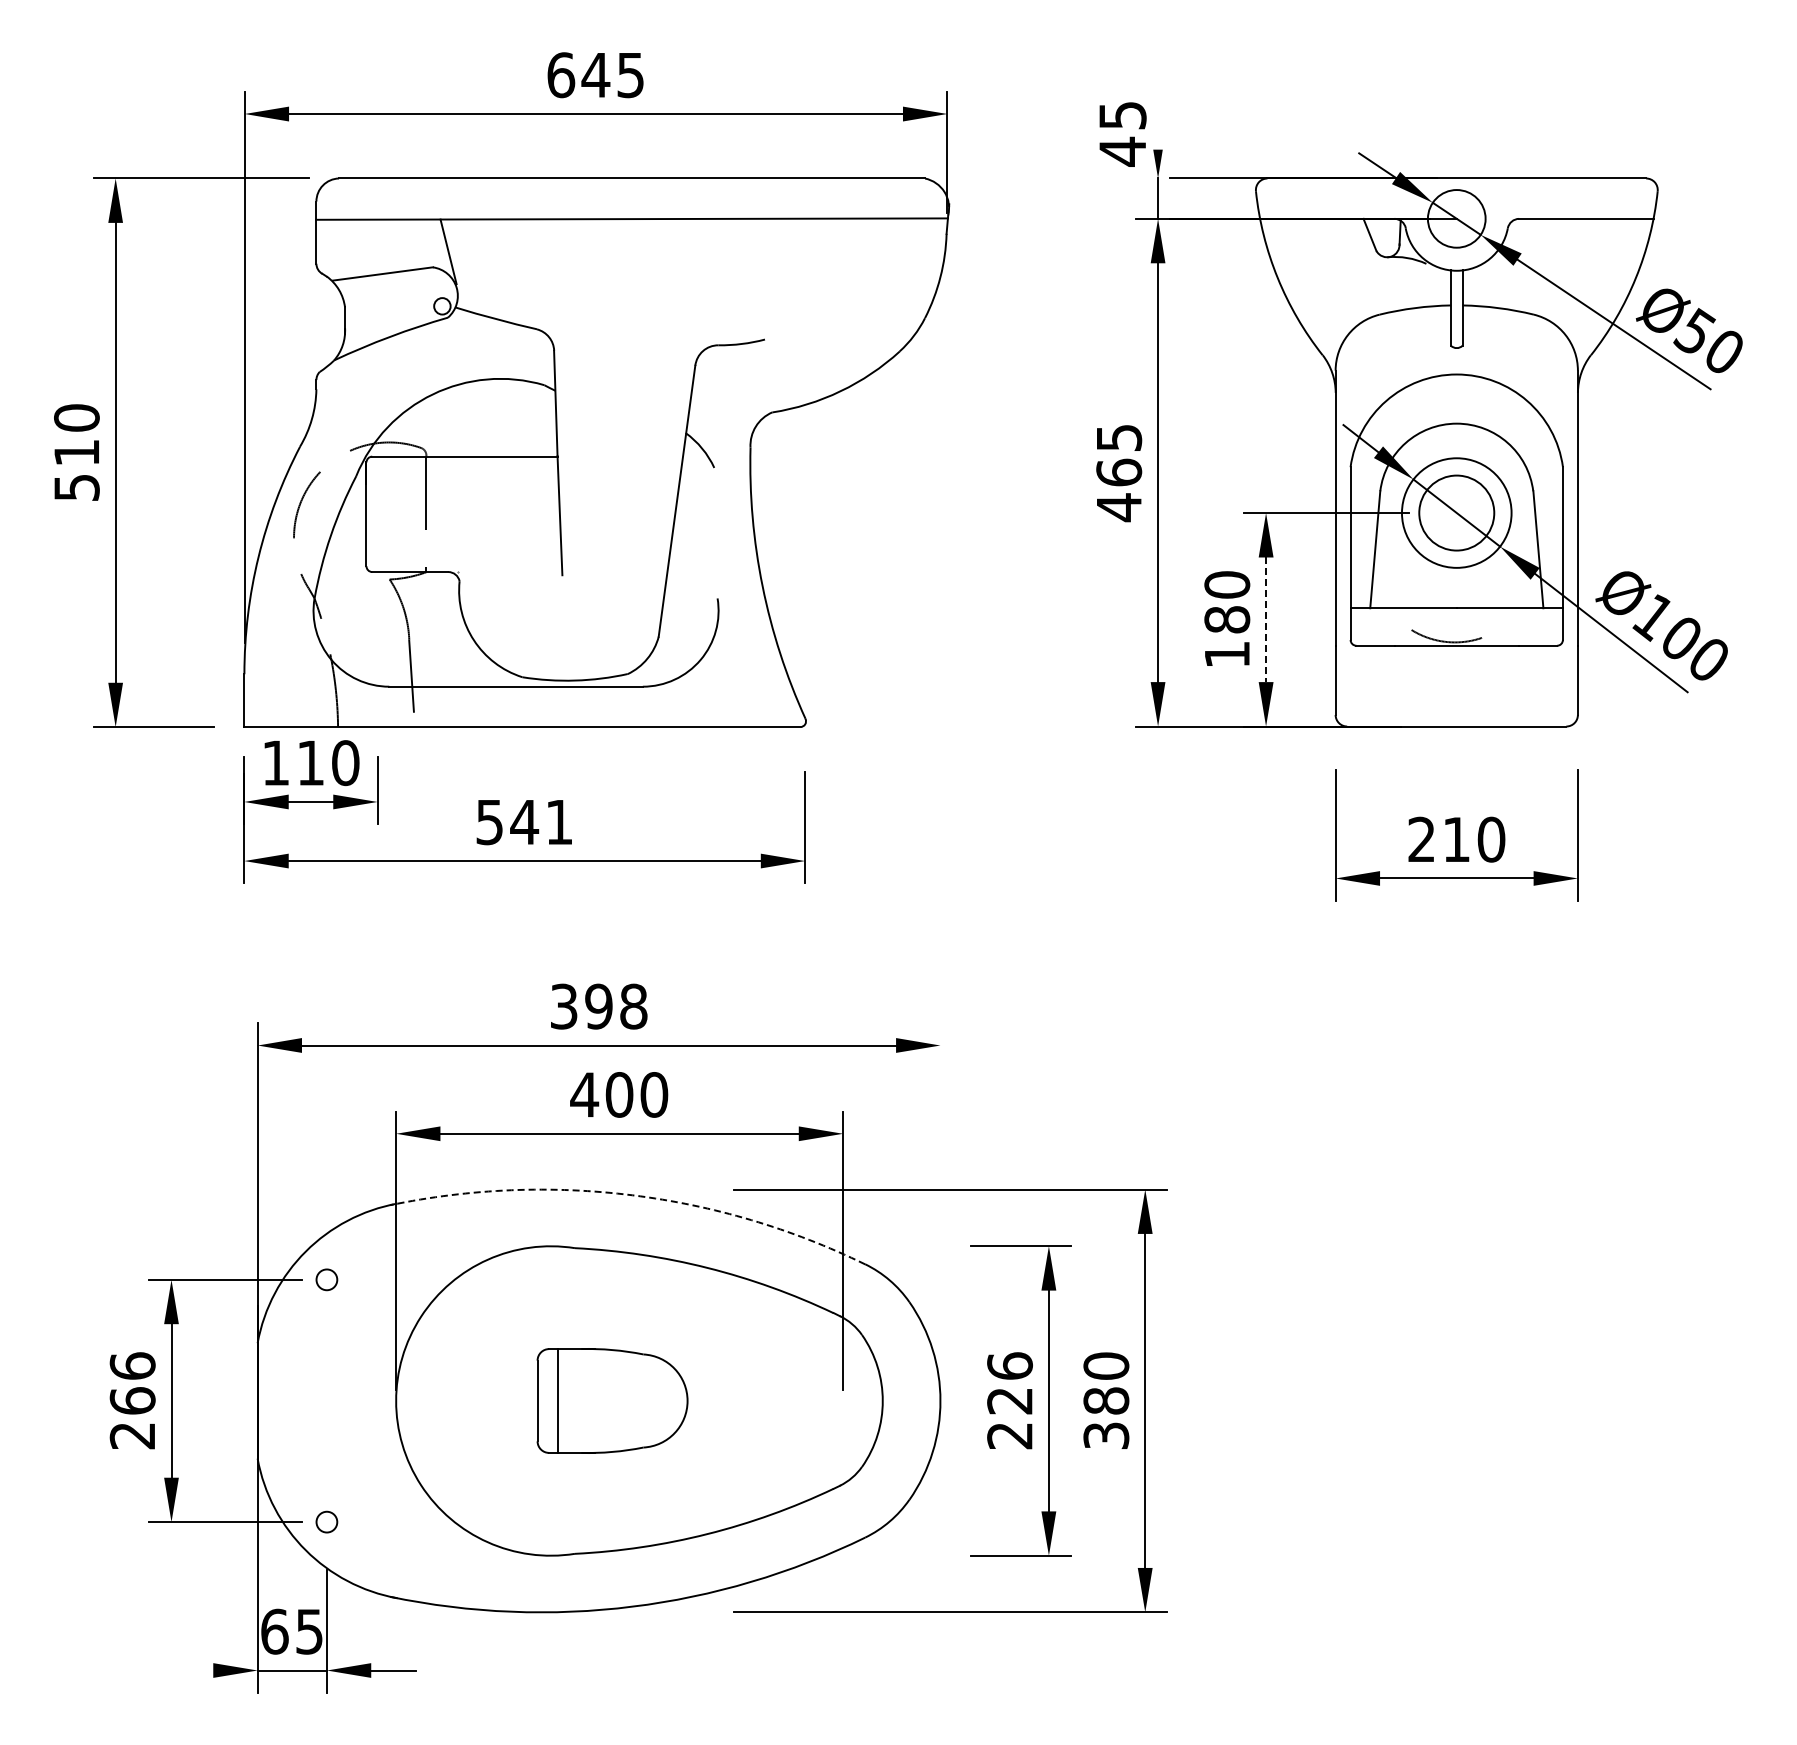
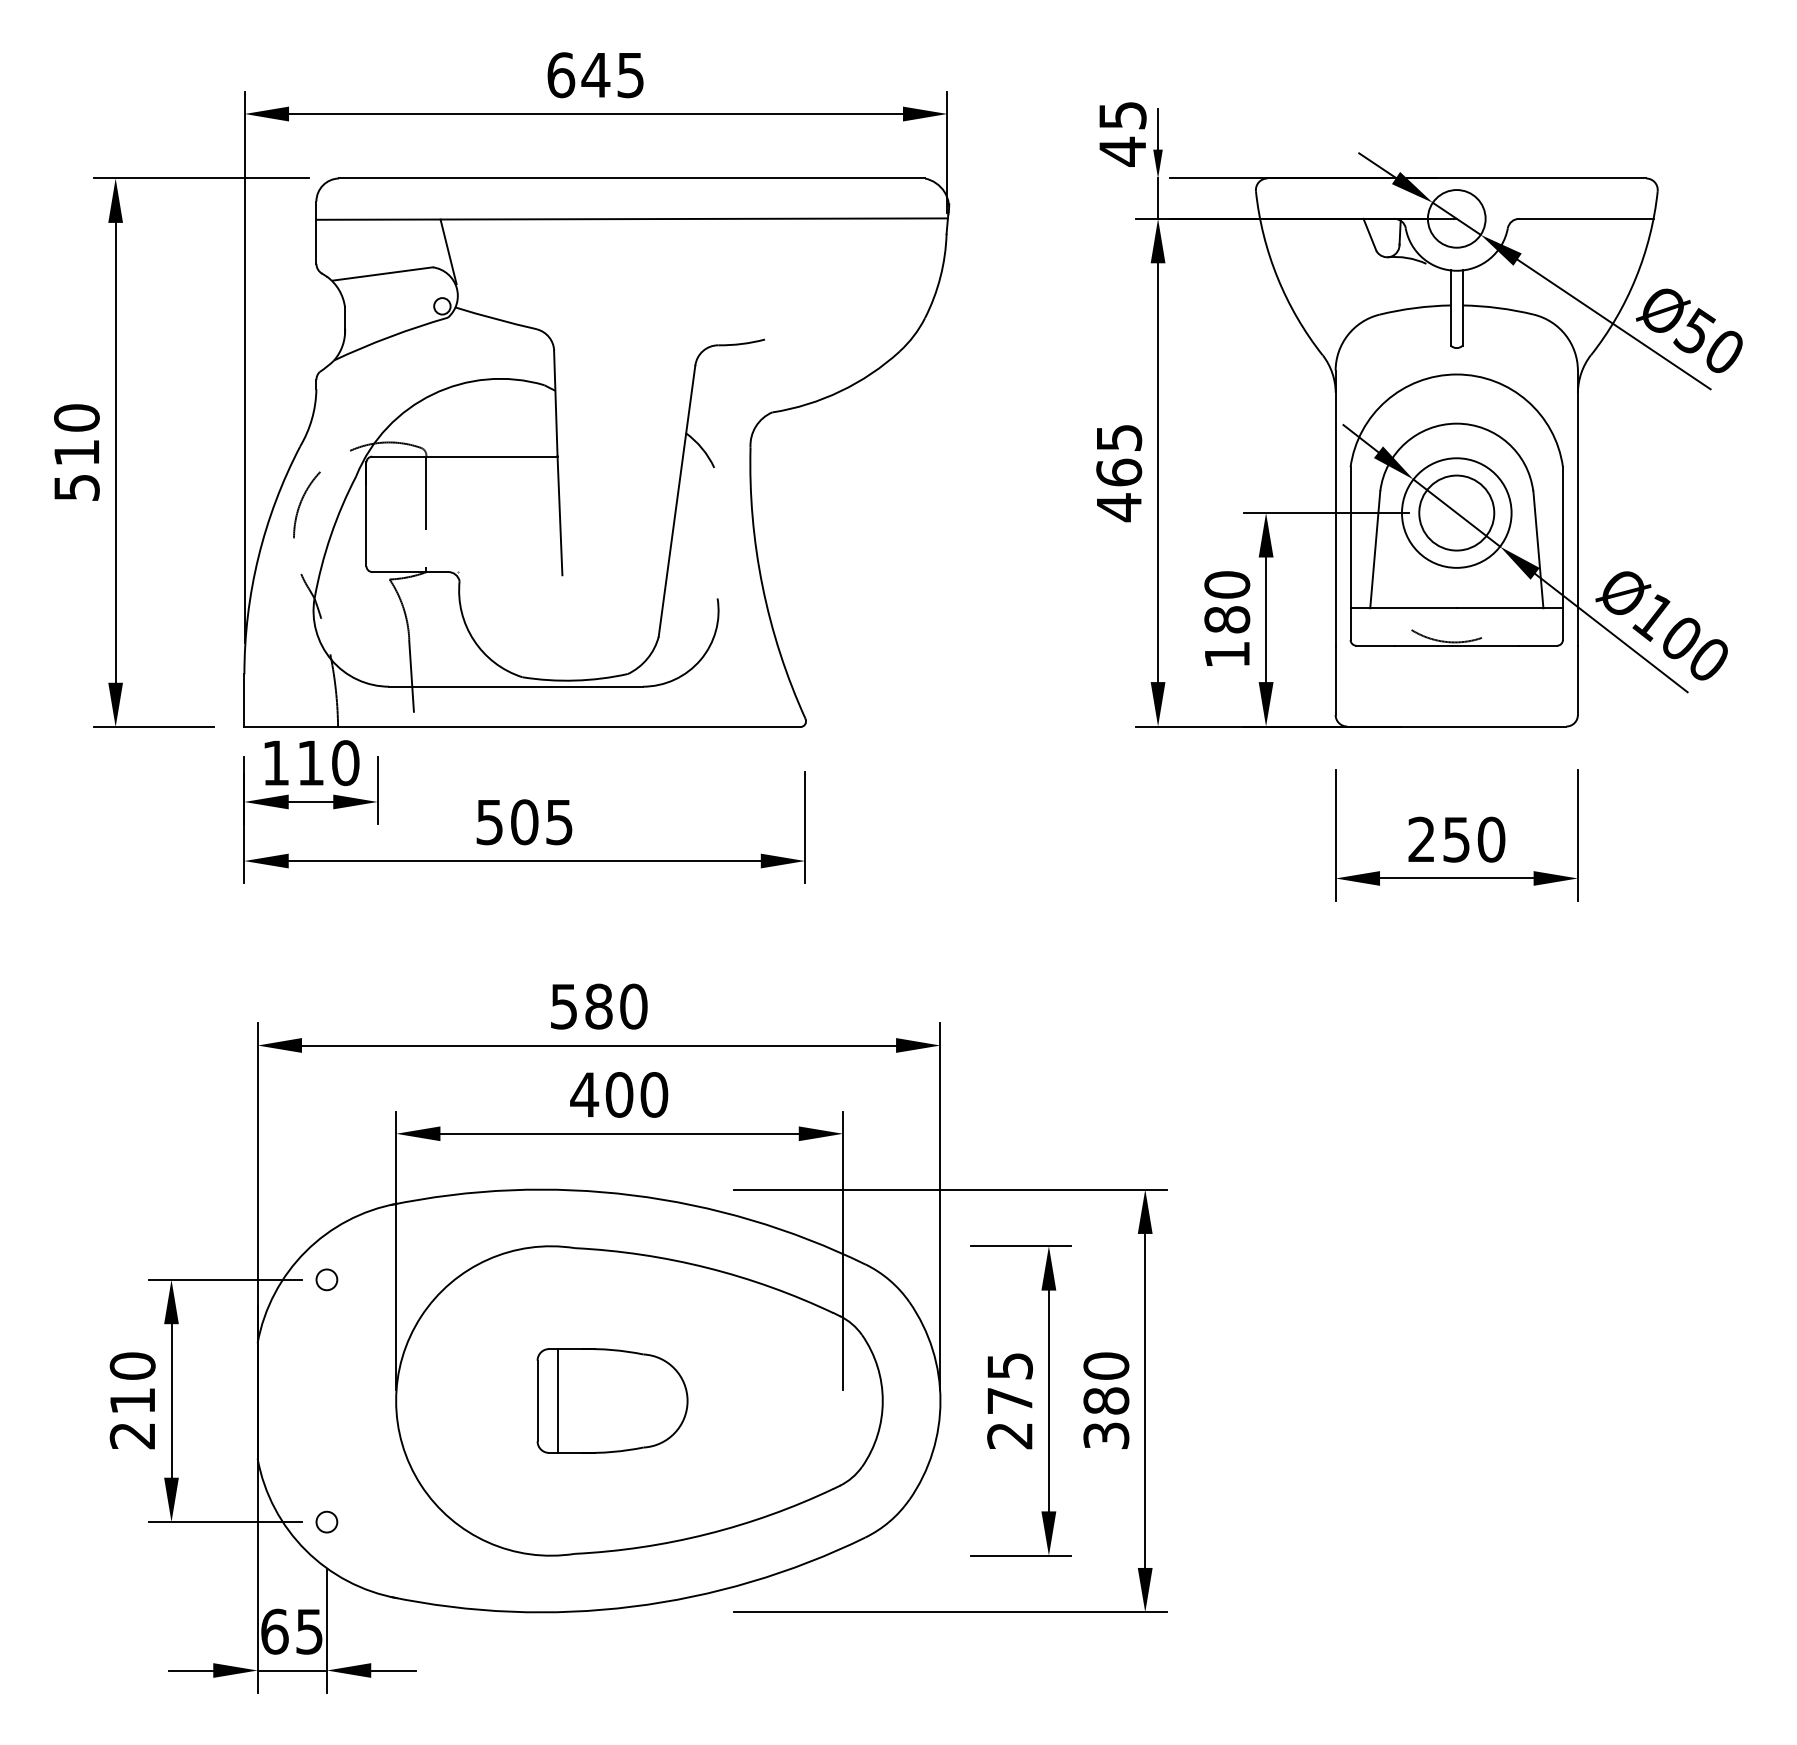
line at (1158, 128): none -> present
line at (1266, 620): dashed -> solid
text at (541, 822): 541 -> 505
text at (1456, 839): 210 -> 250
text at (599, 1006): 398 -> 580
arc at (632, 1195): dashed -> solid
line at (940, 1206): none -> present
text at (132, 1383): 266 -> 210
text at (1009, 1383): 226 -> 275
line at (190, 1670): none -> present
